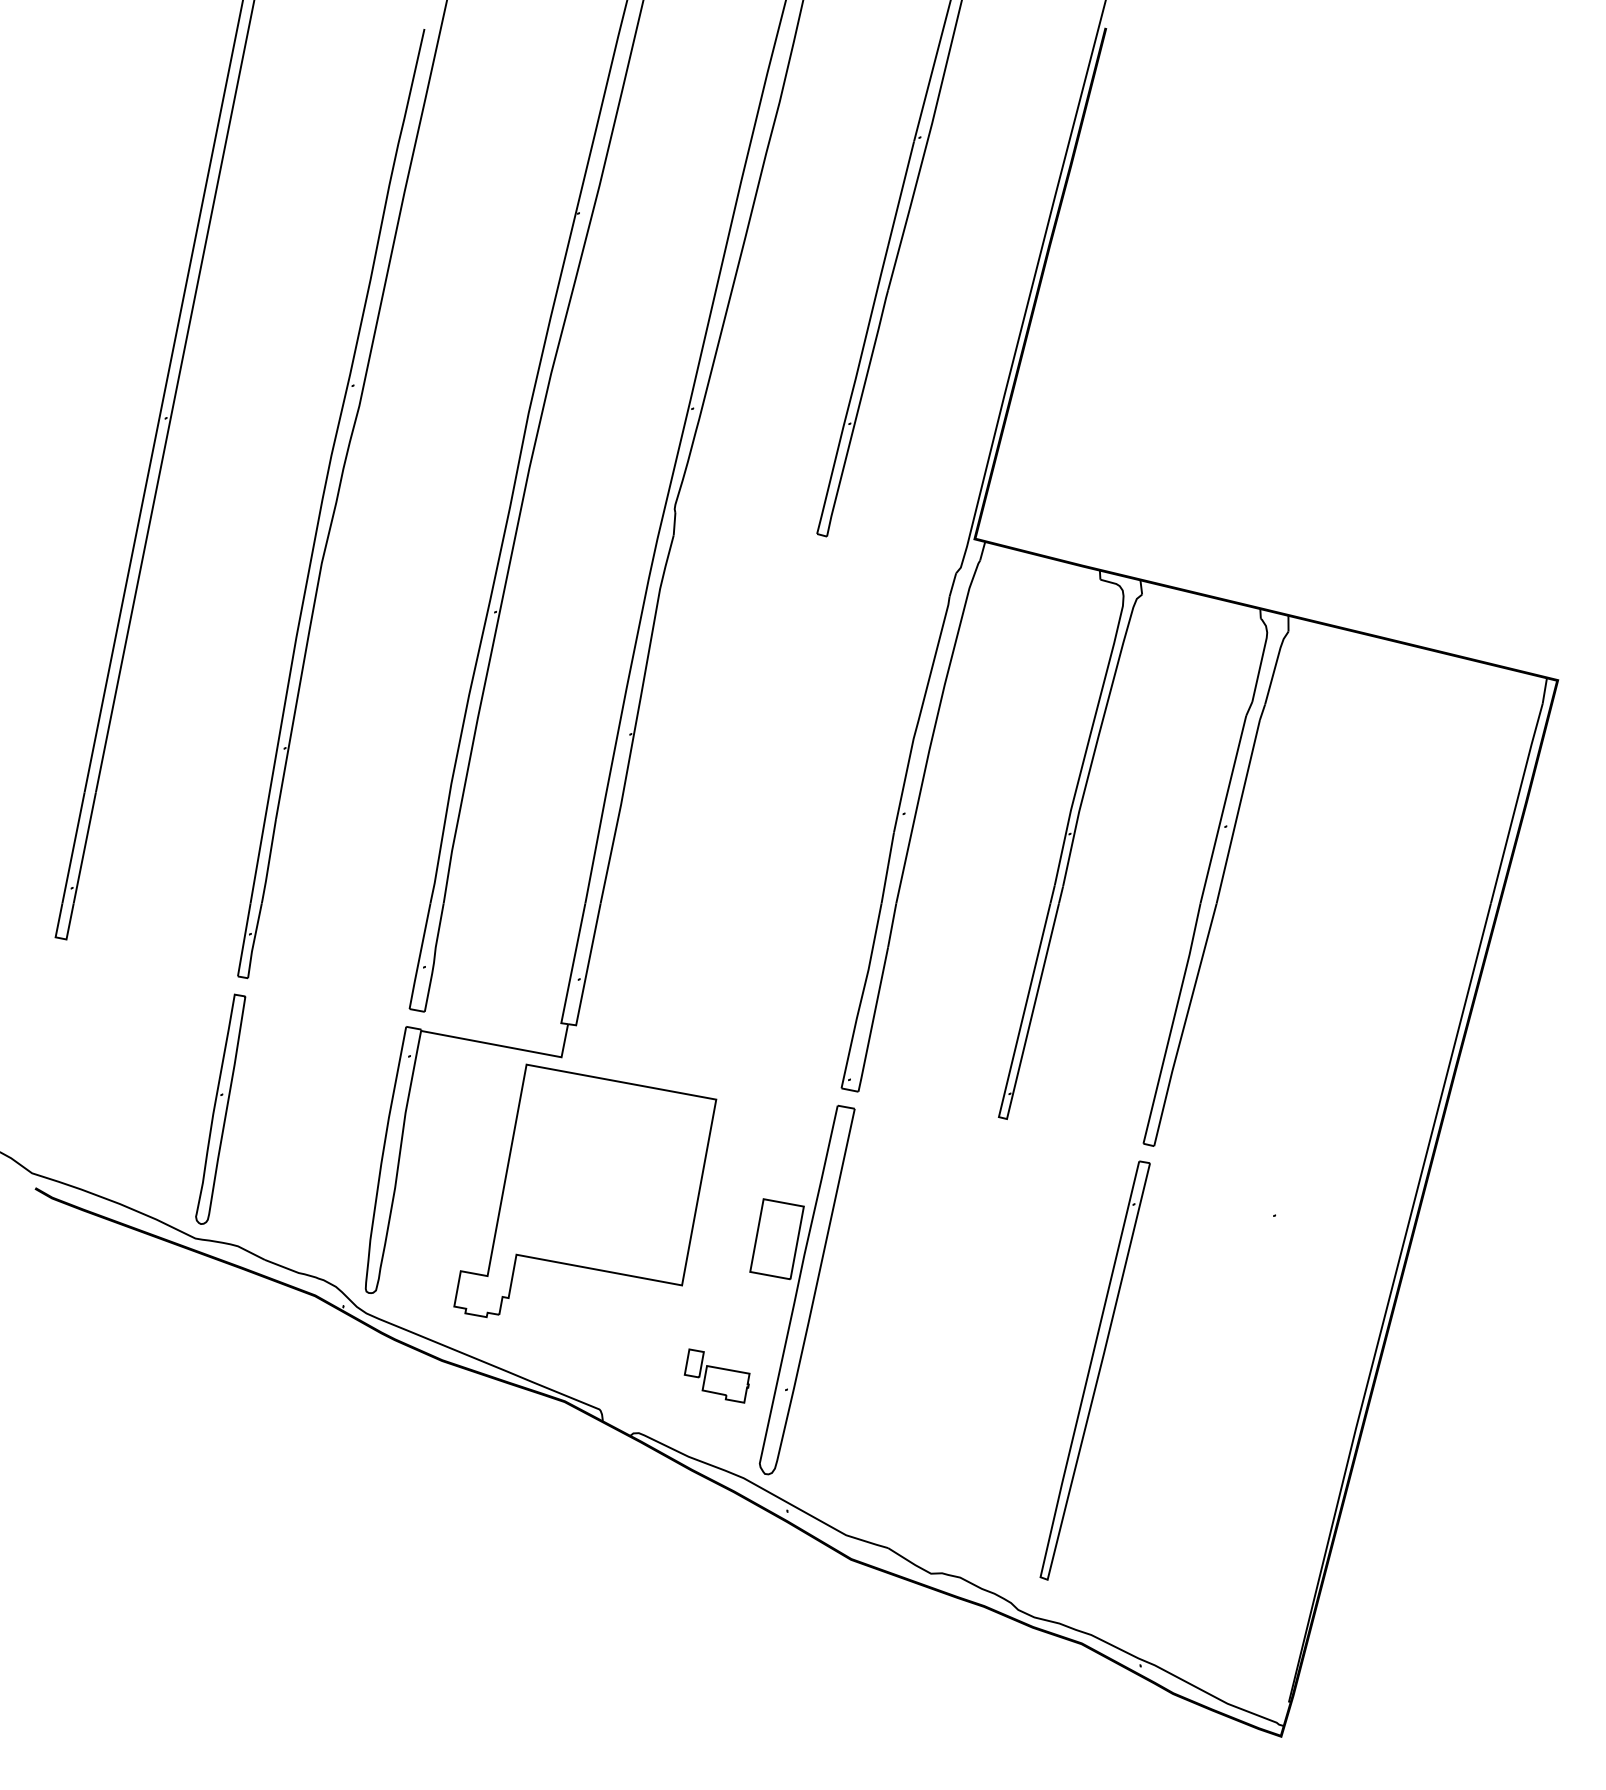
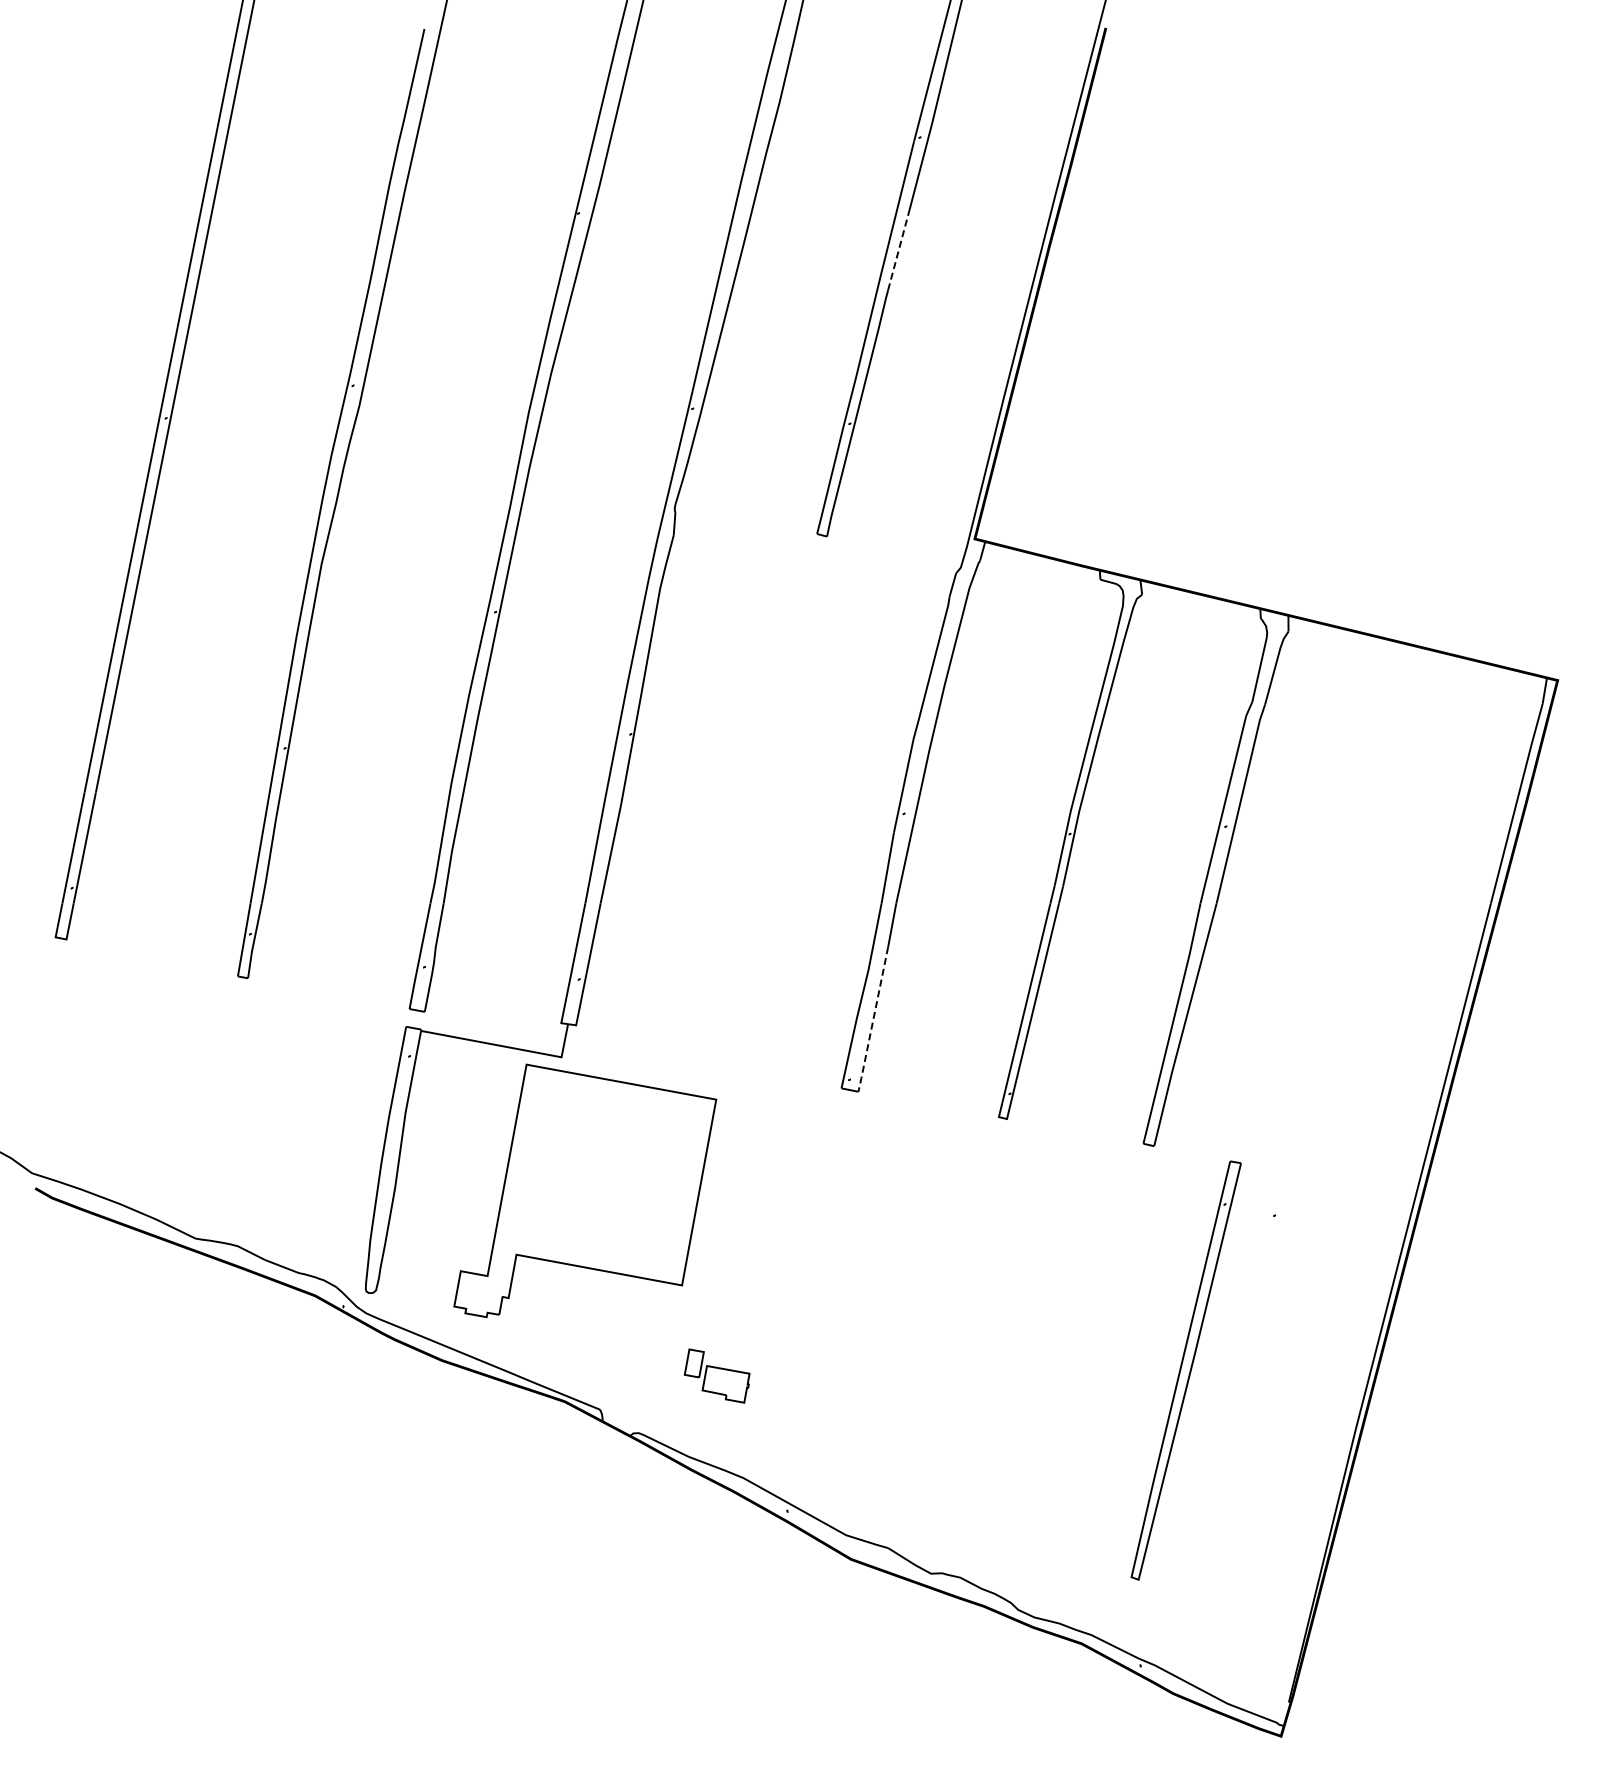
line at (898, 249): solid -> dashed
line at (873, 1020): solid -> dashed
part at (220, 1108): present -> none
part at (802, 1289): present -> none
part at (1094, 1370) position: (1094, 1370) -> (1185, 1370)
